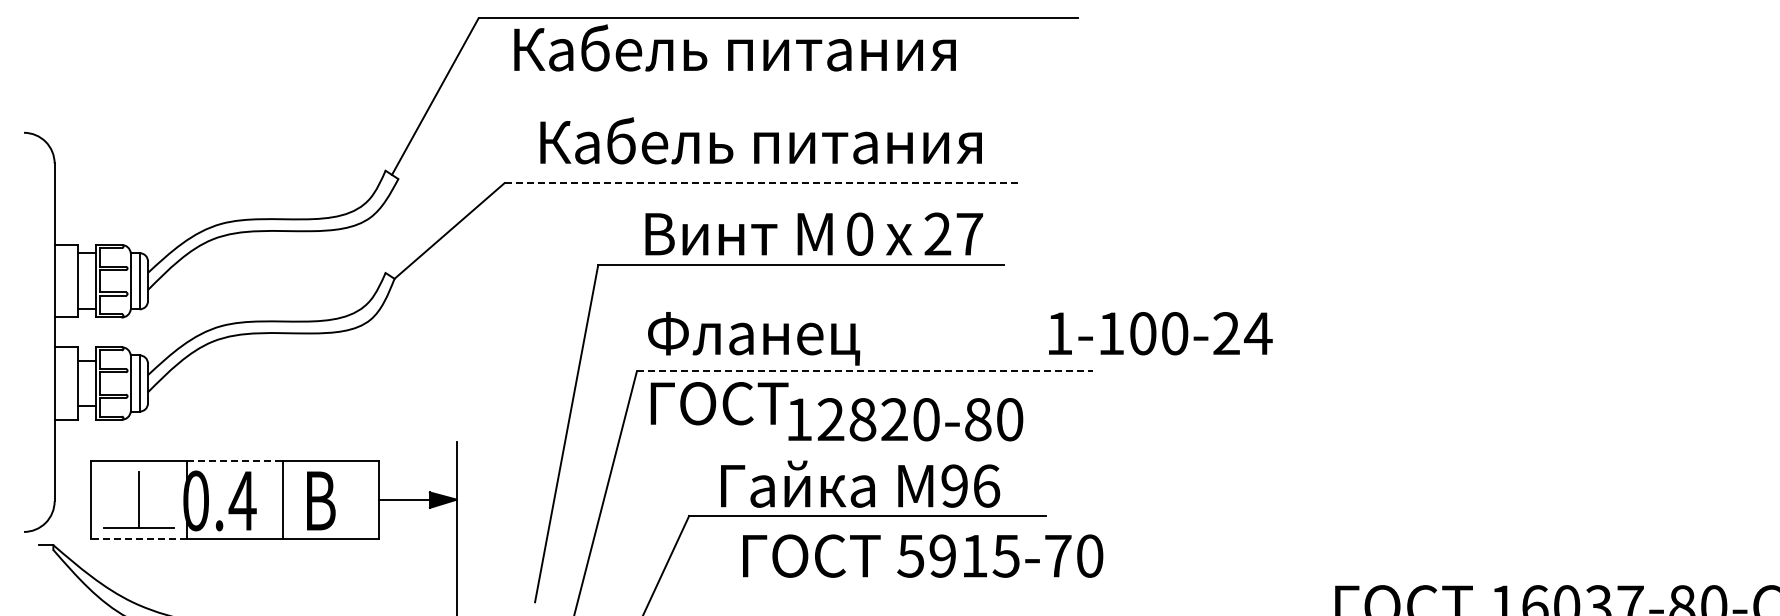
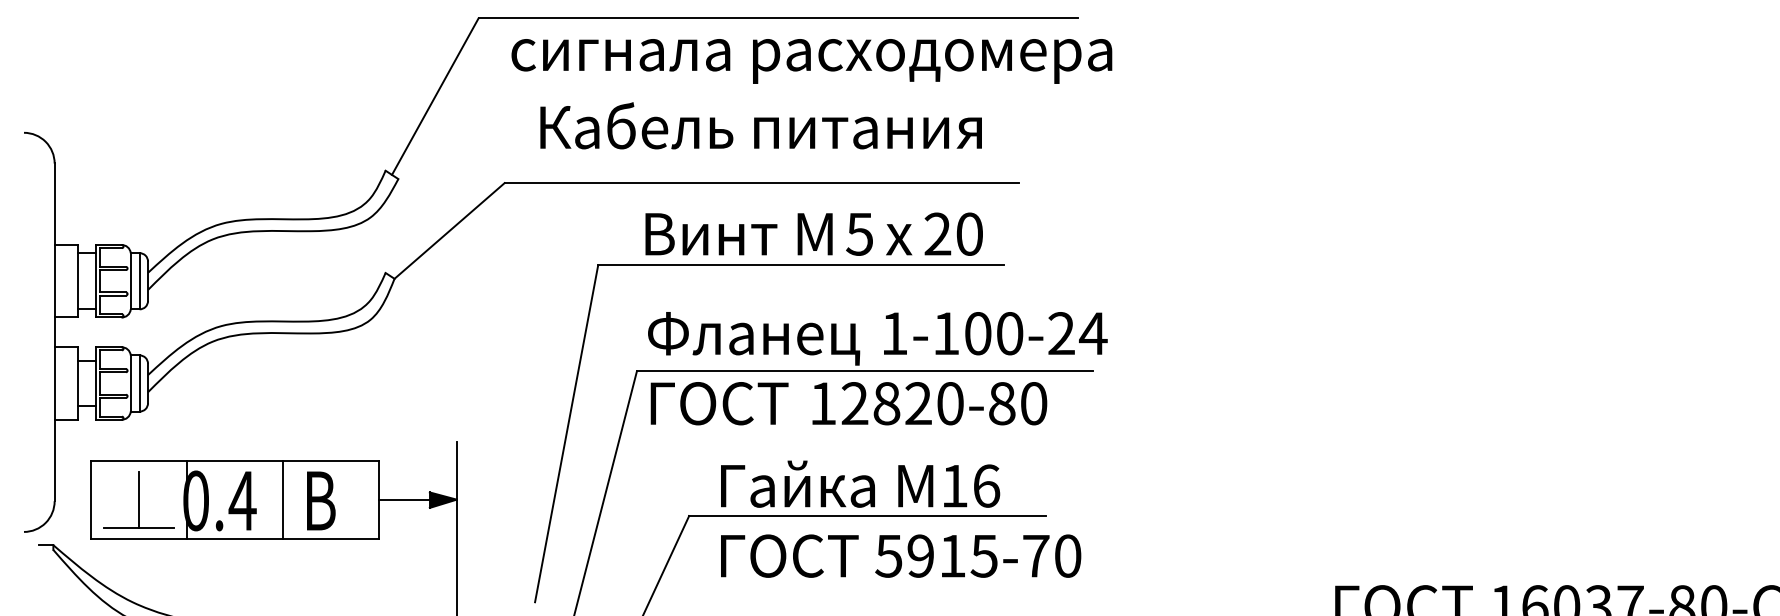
text at (811, 53): Кабель питания -> сигнала расходомера
text at (760, 140) position: (760, 140) -> (760, 125)
line at (762, 183): dashed -> solid
text at (859, 233): 0 -> 5
text at (969, 233): 27 -> 20
text at (1160, 333) position: (1160, 333) -> (995, 333)
line at (864, 371): dashed -> solid
text at (905, 419) position: (905, 419) -> (929, 403)
line at (235, 460): dashed -> solid
text at (954, 485): 96 -> 16
line at (138, 538): dashed -> solid
text at (923, 555) position: (923, 555) -> (901, 555)
